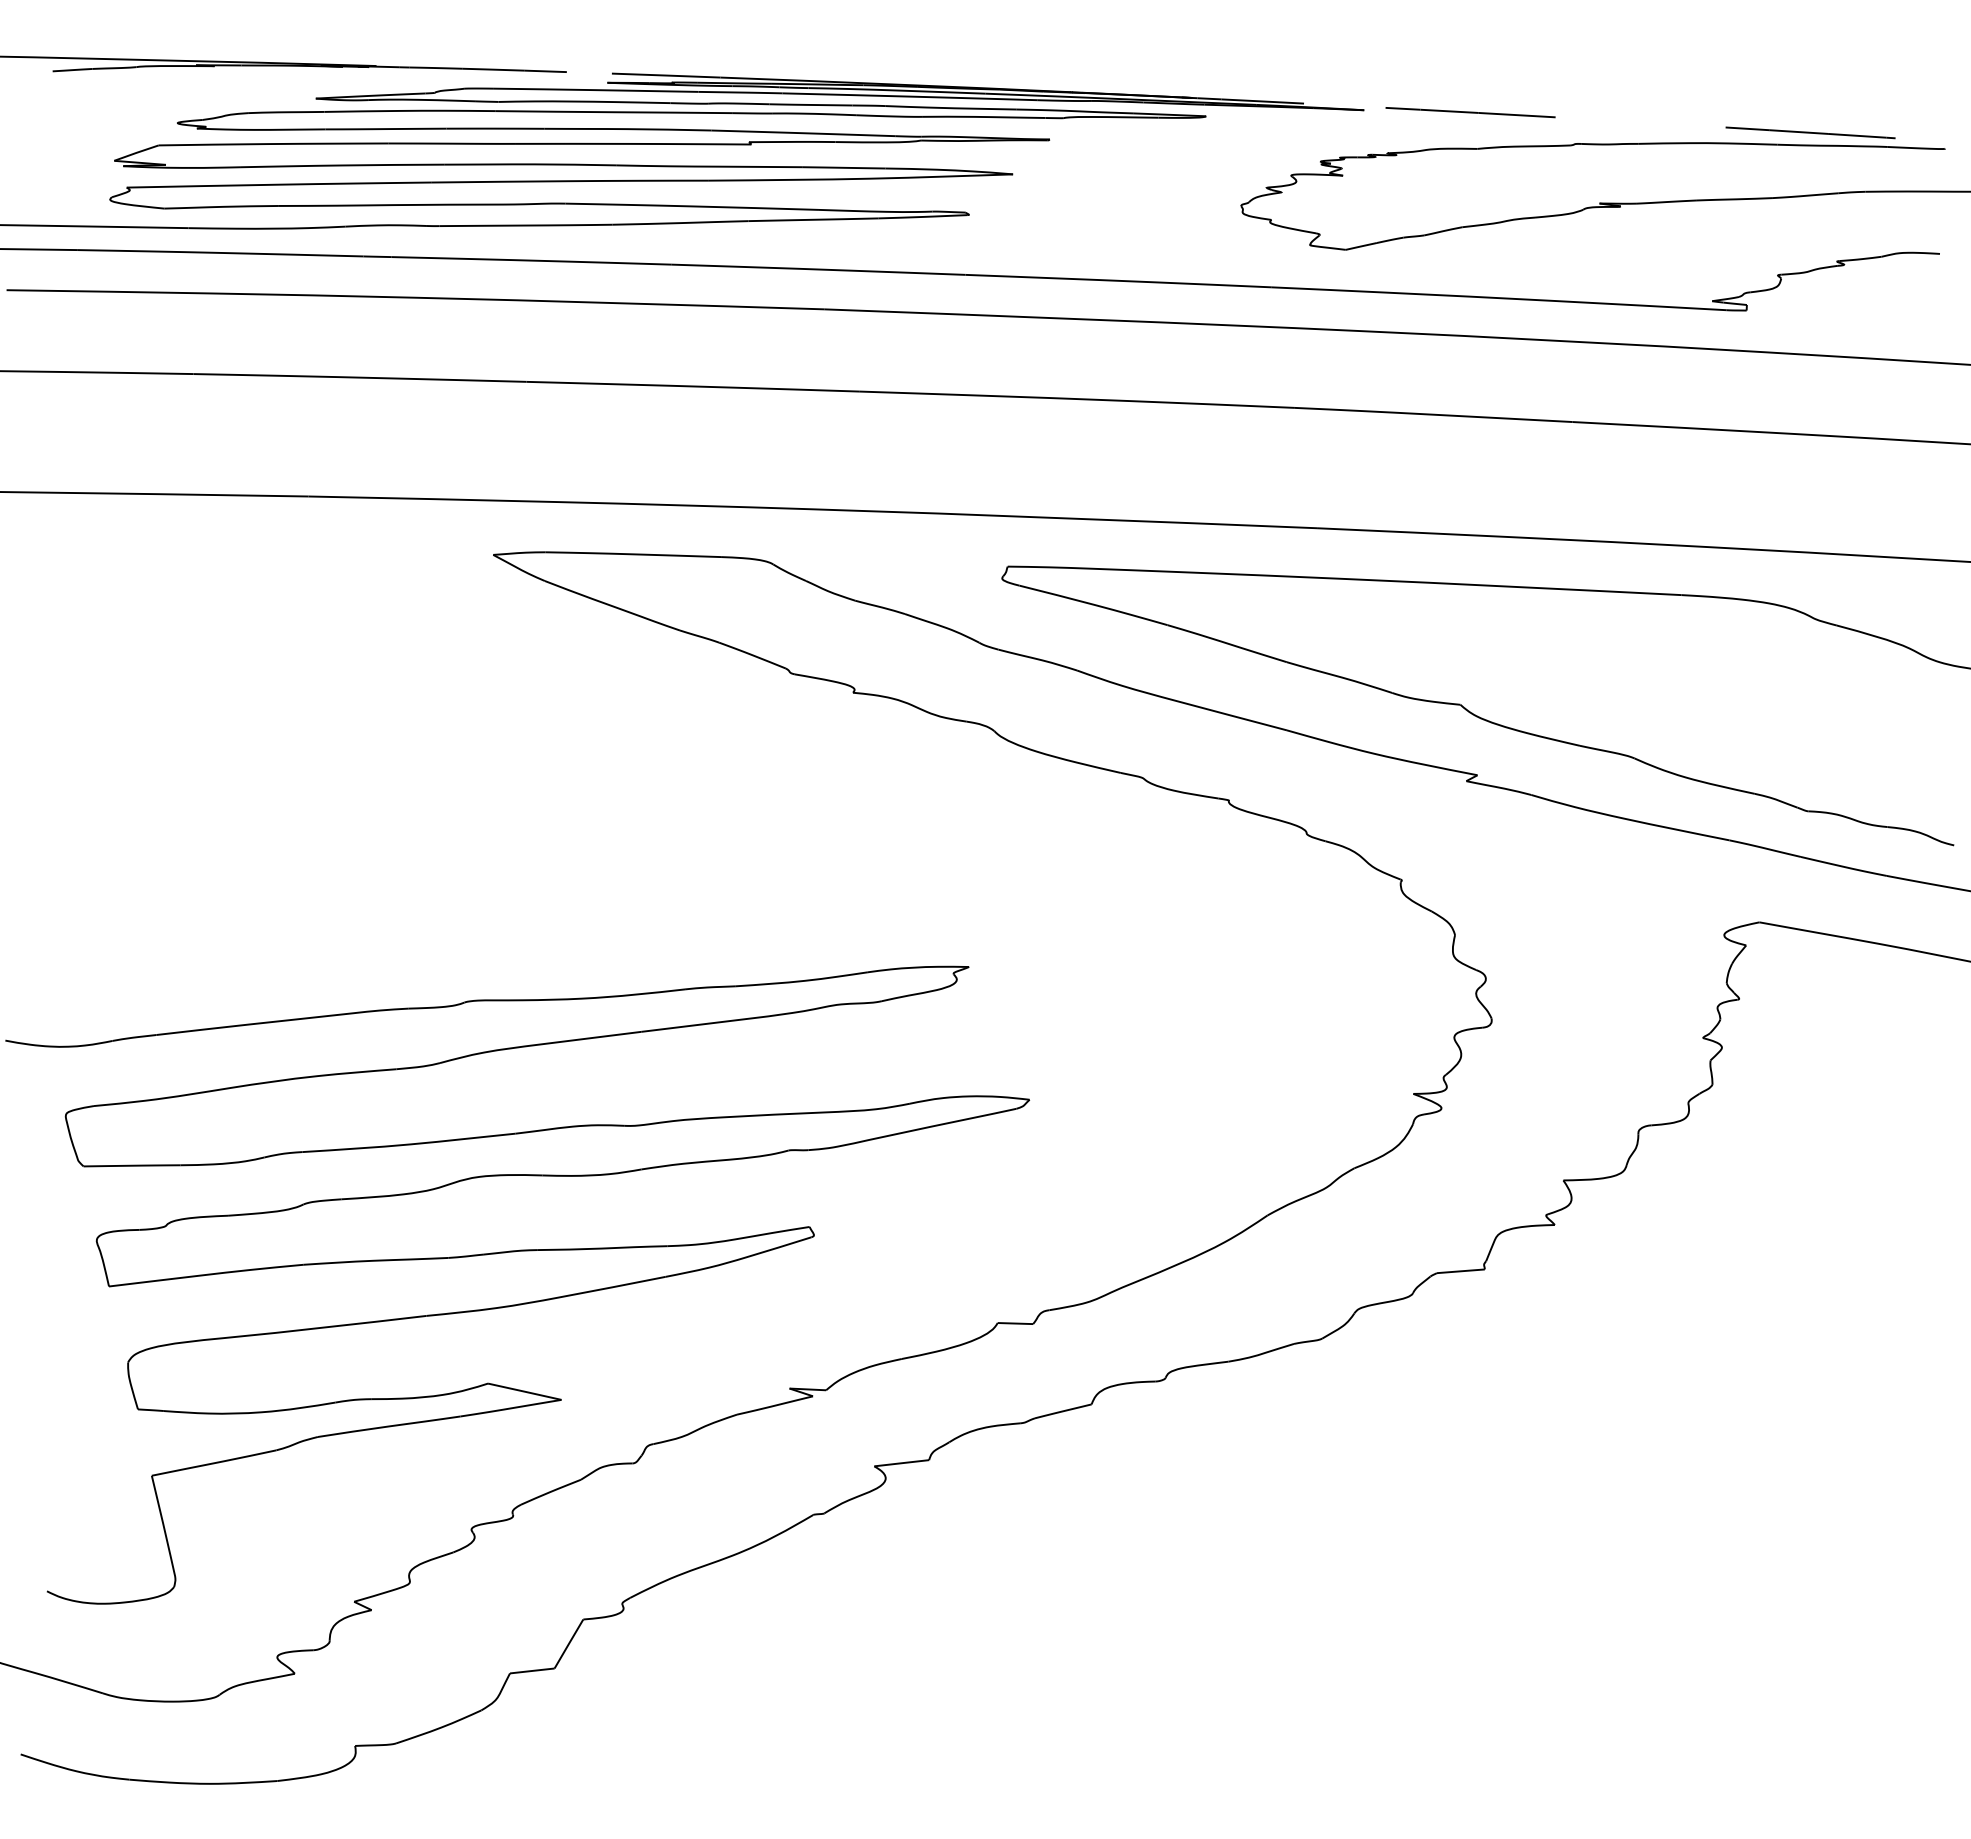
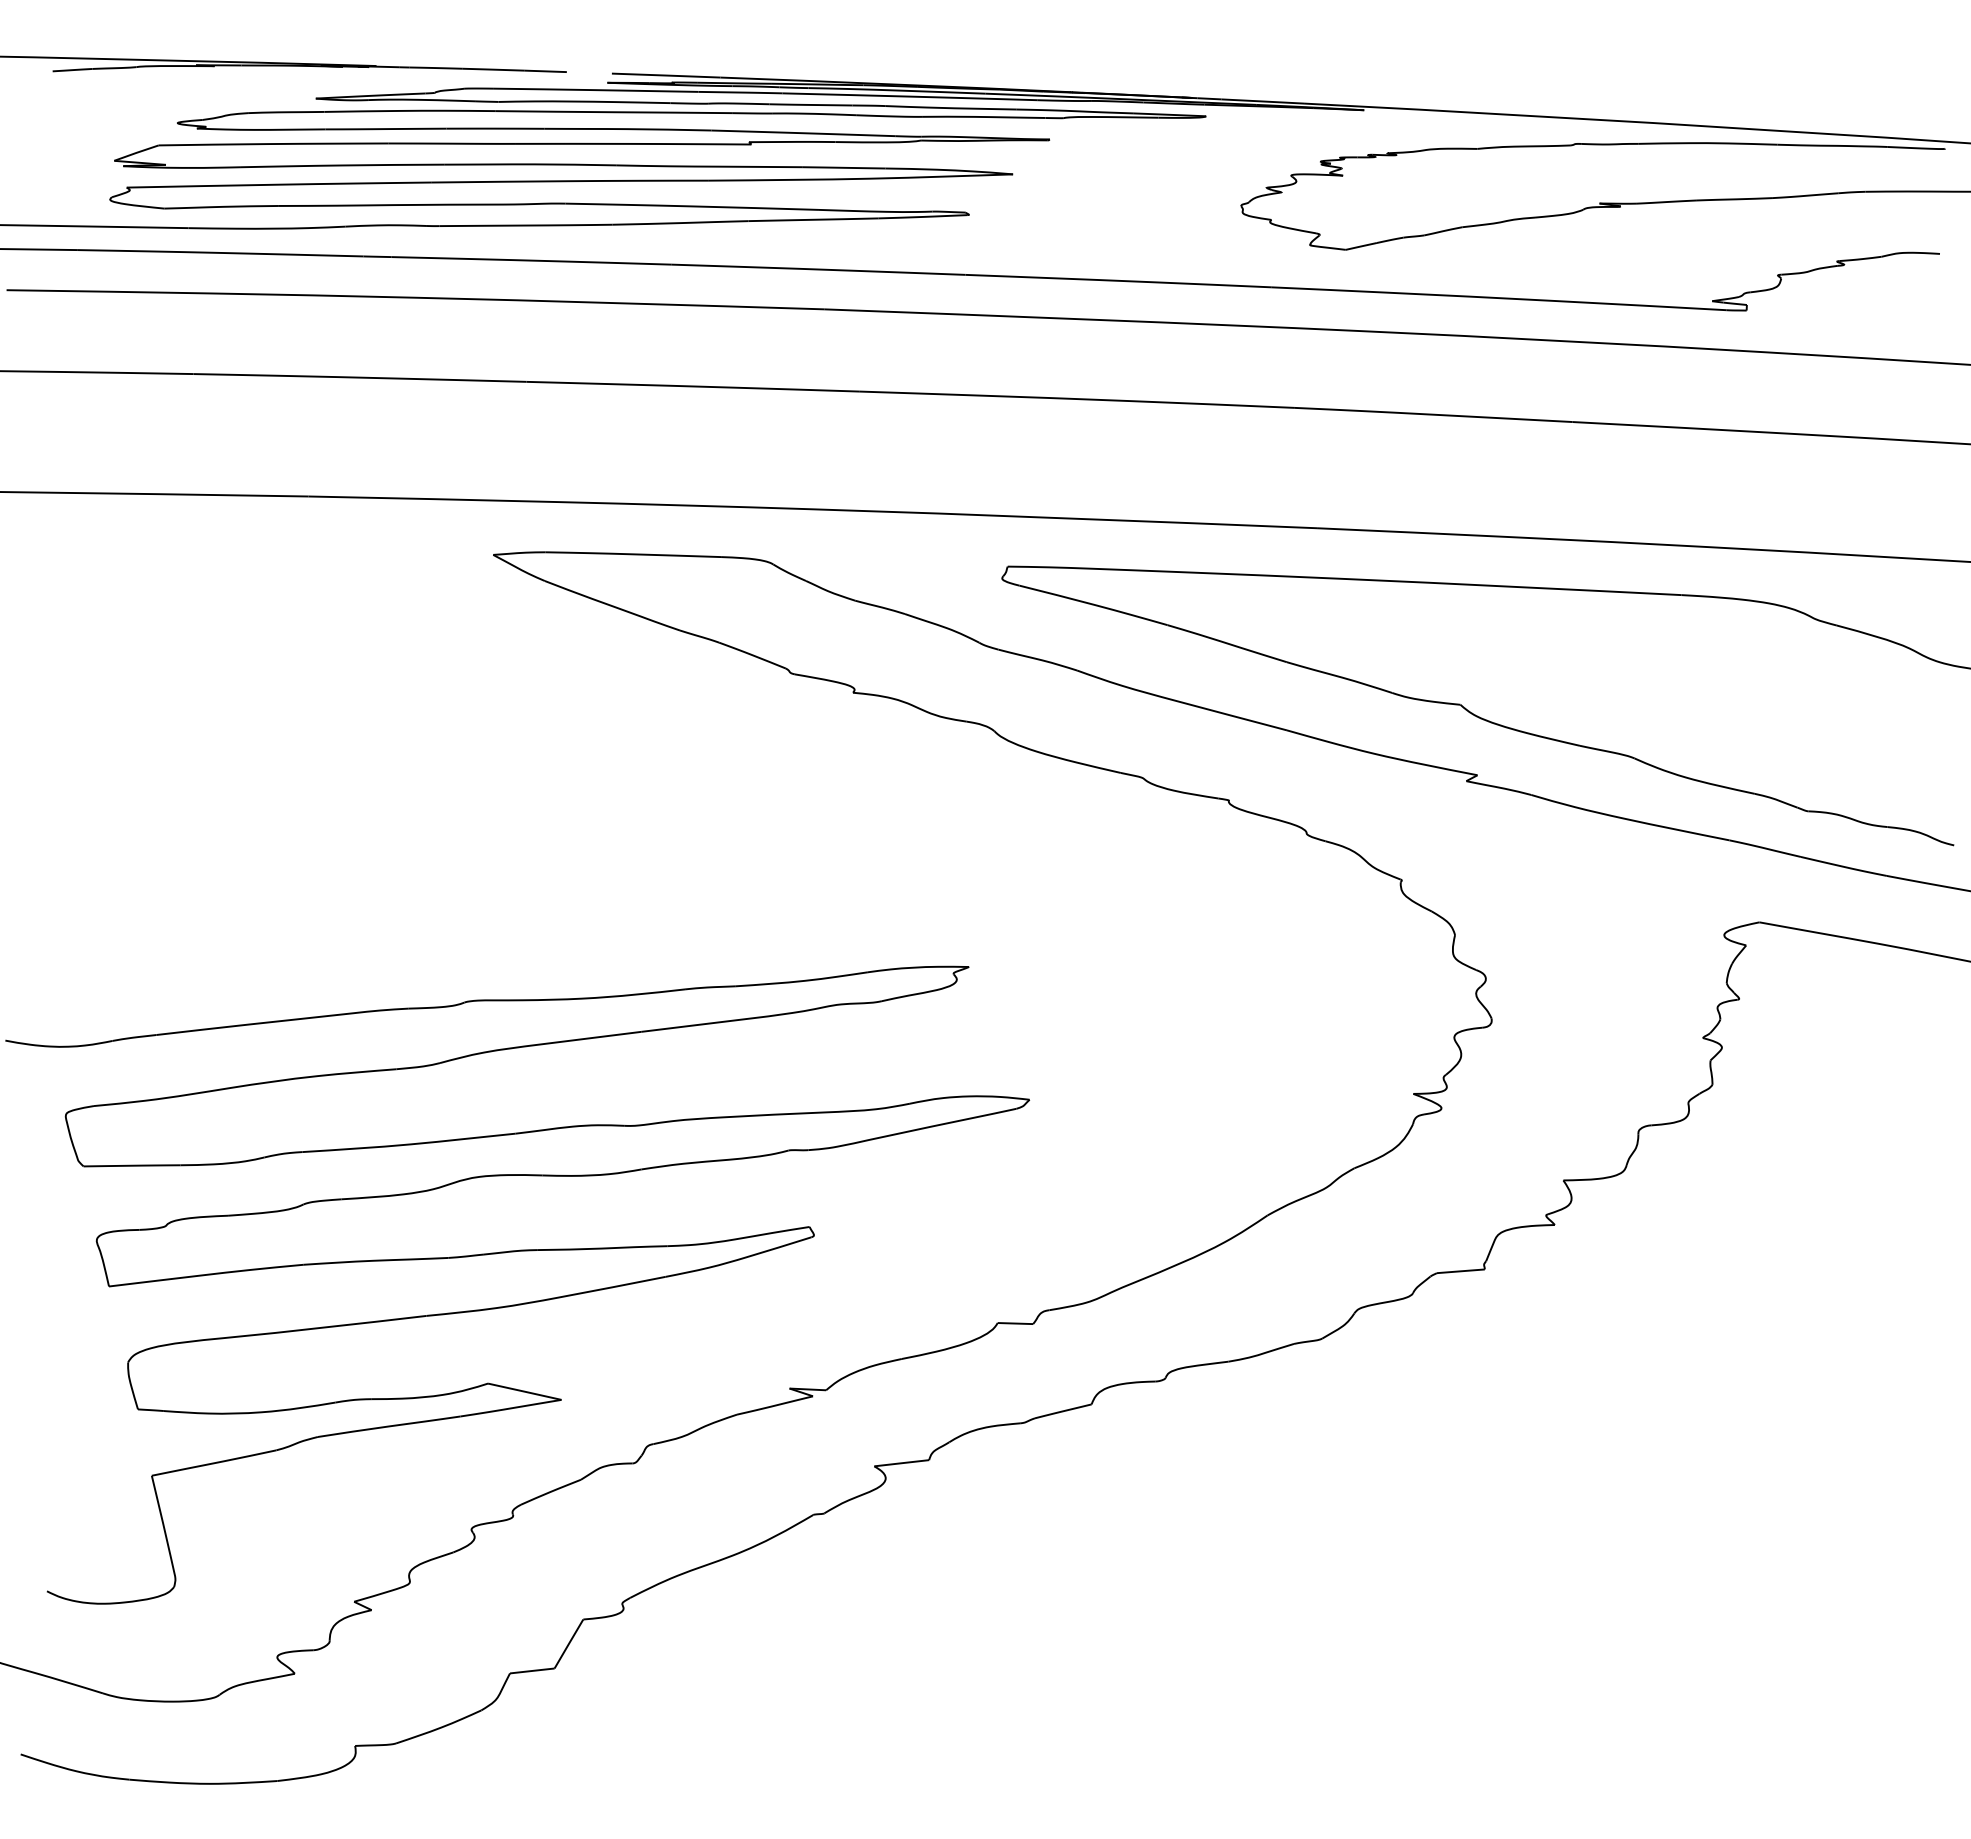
arc at (1637, 122): dashed -> solid
